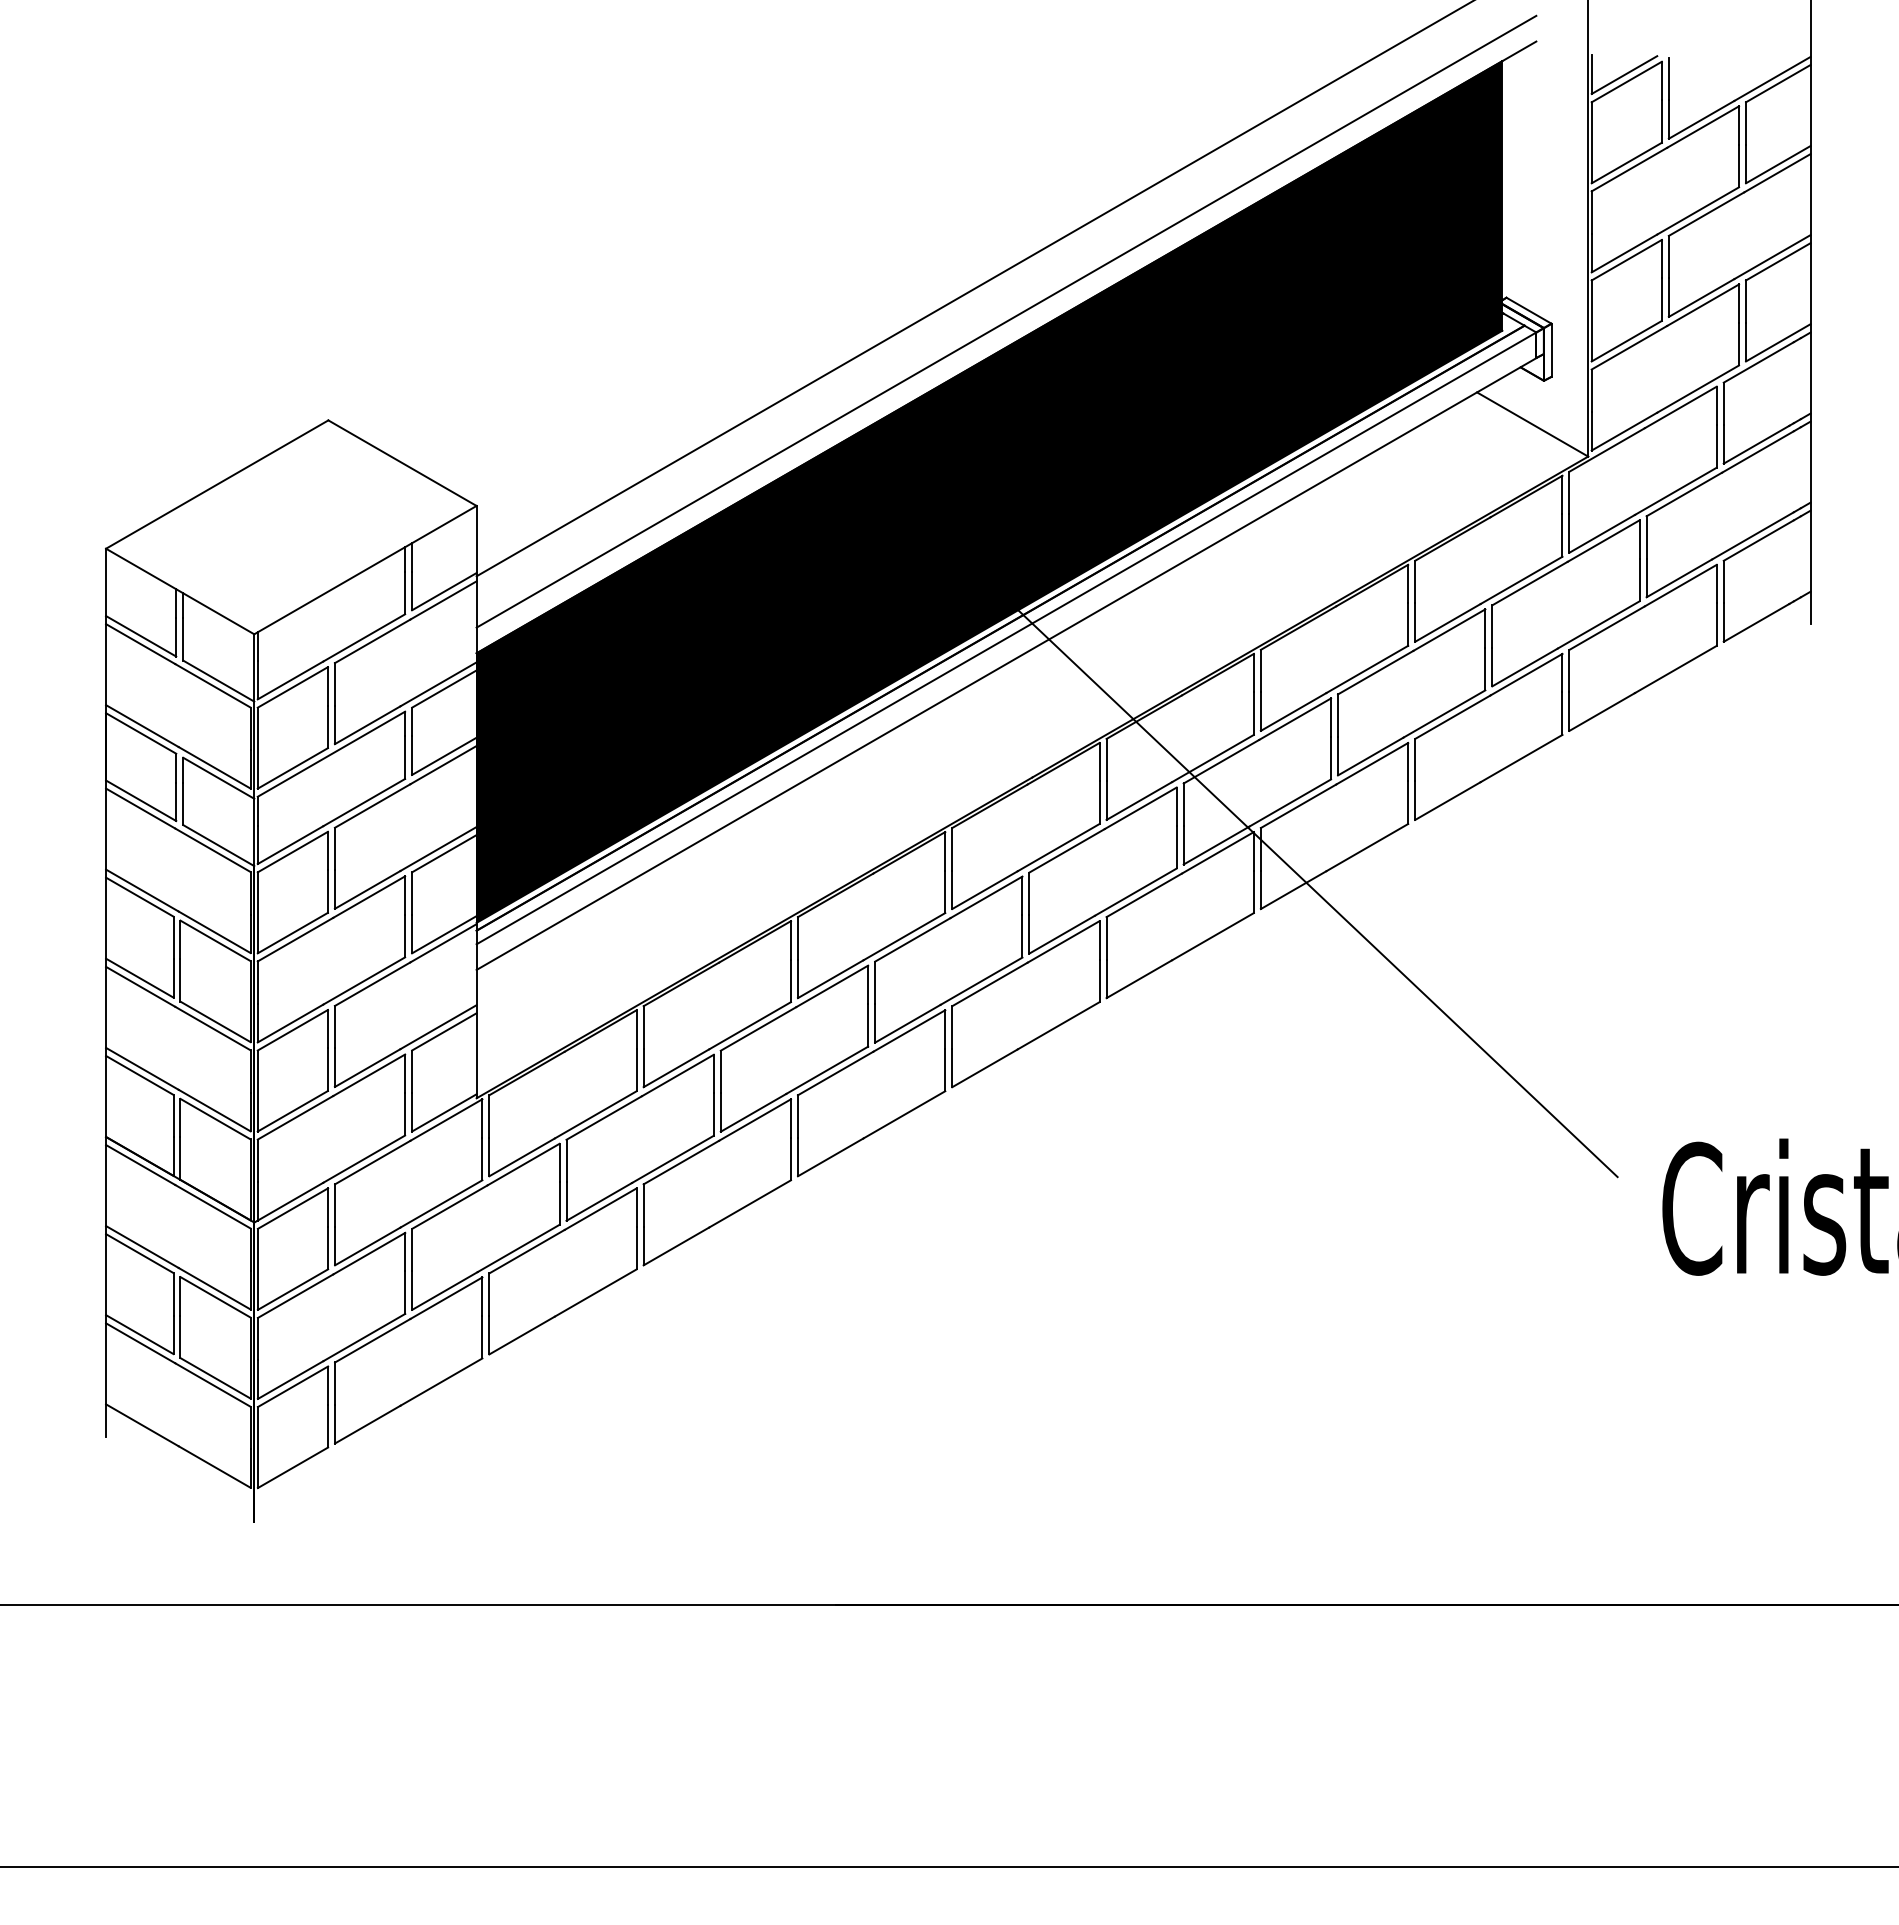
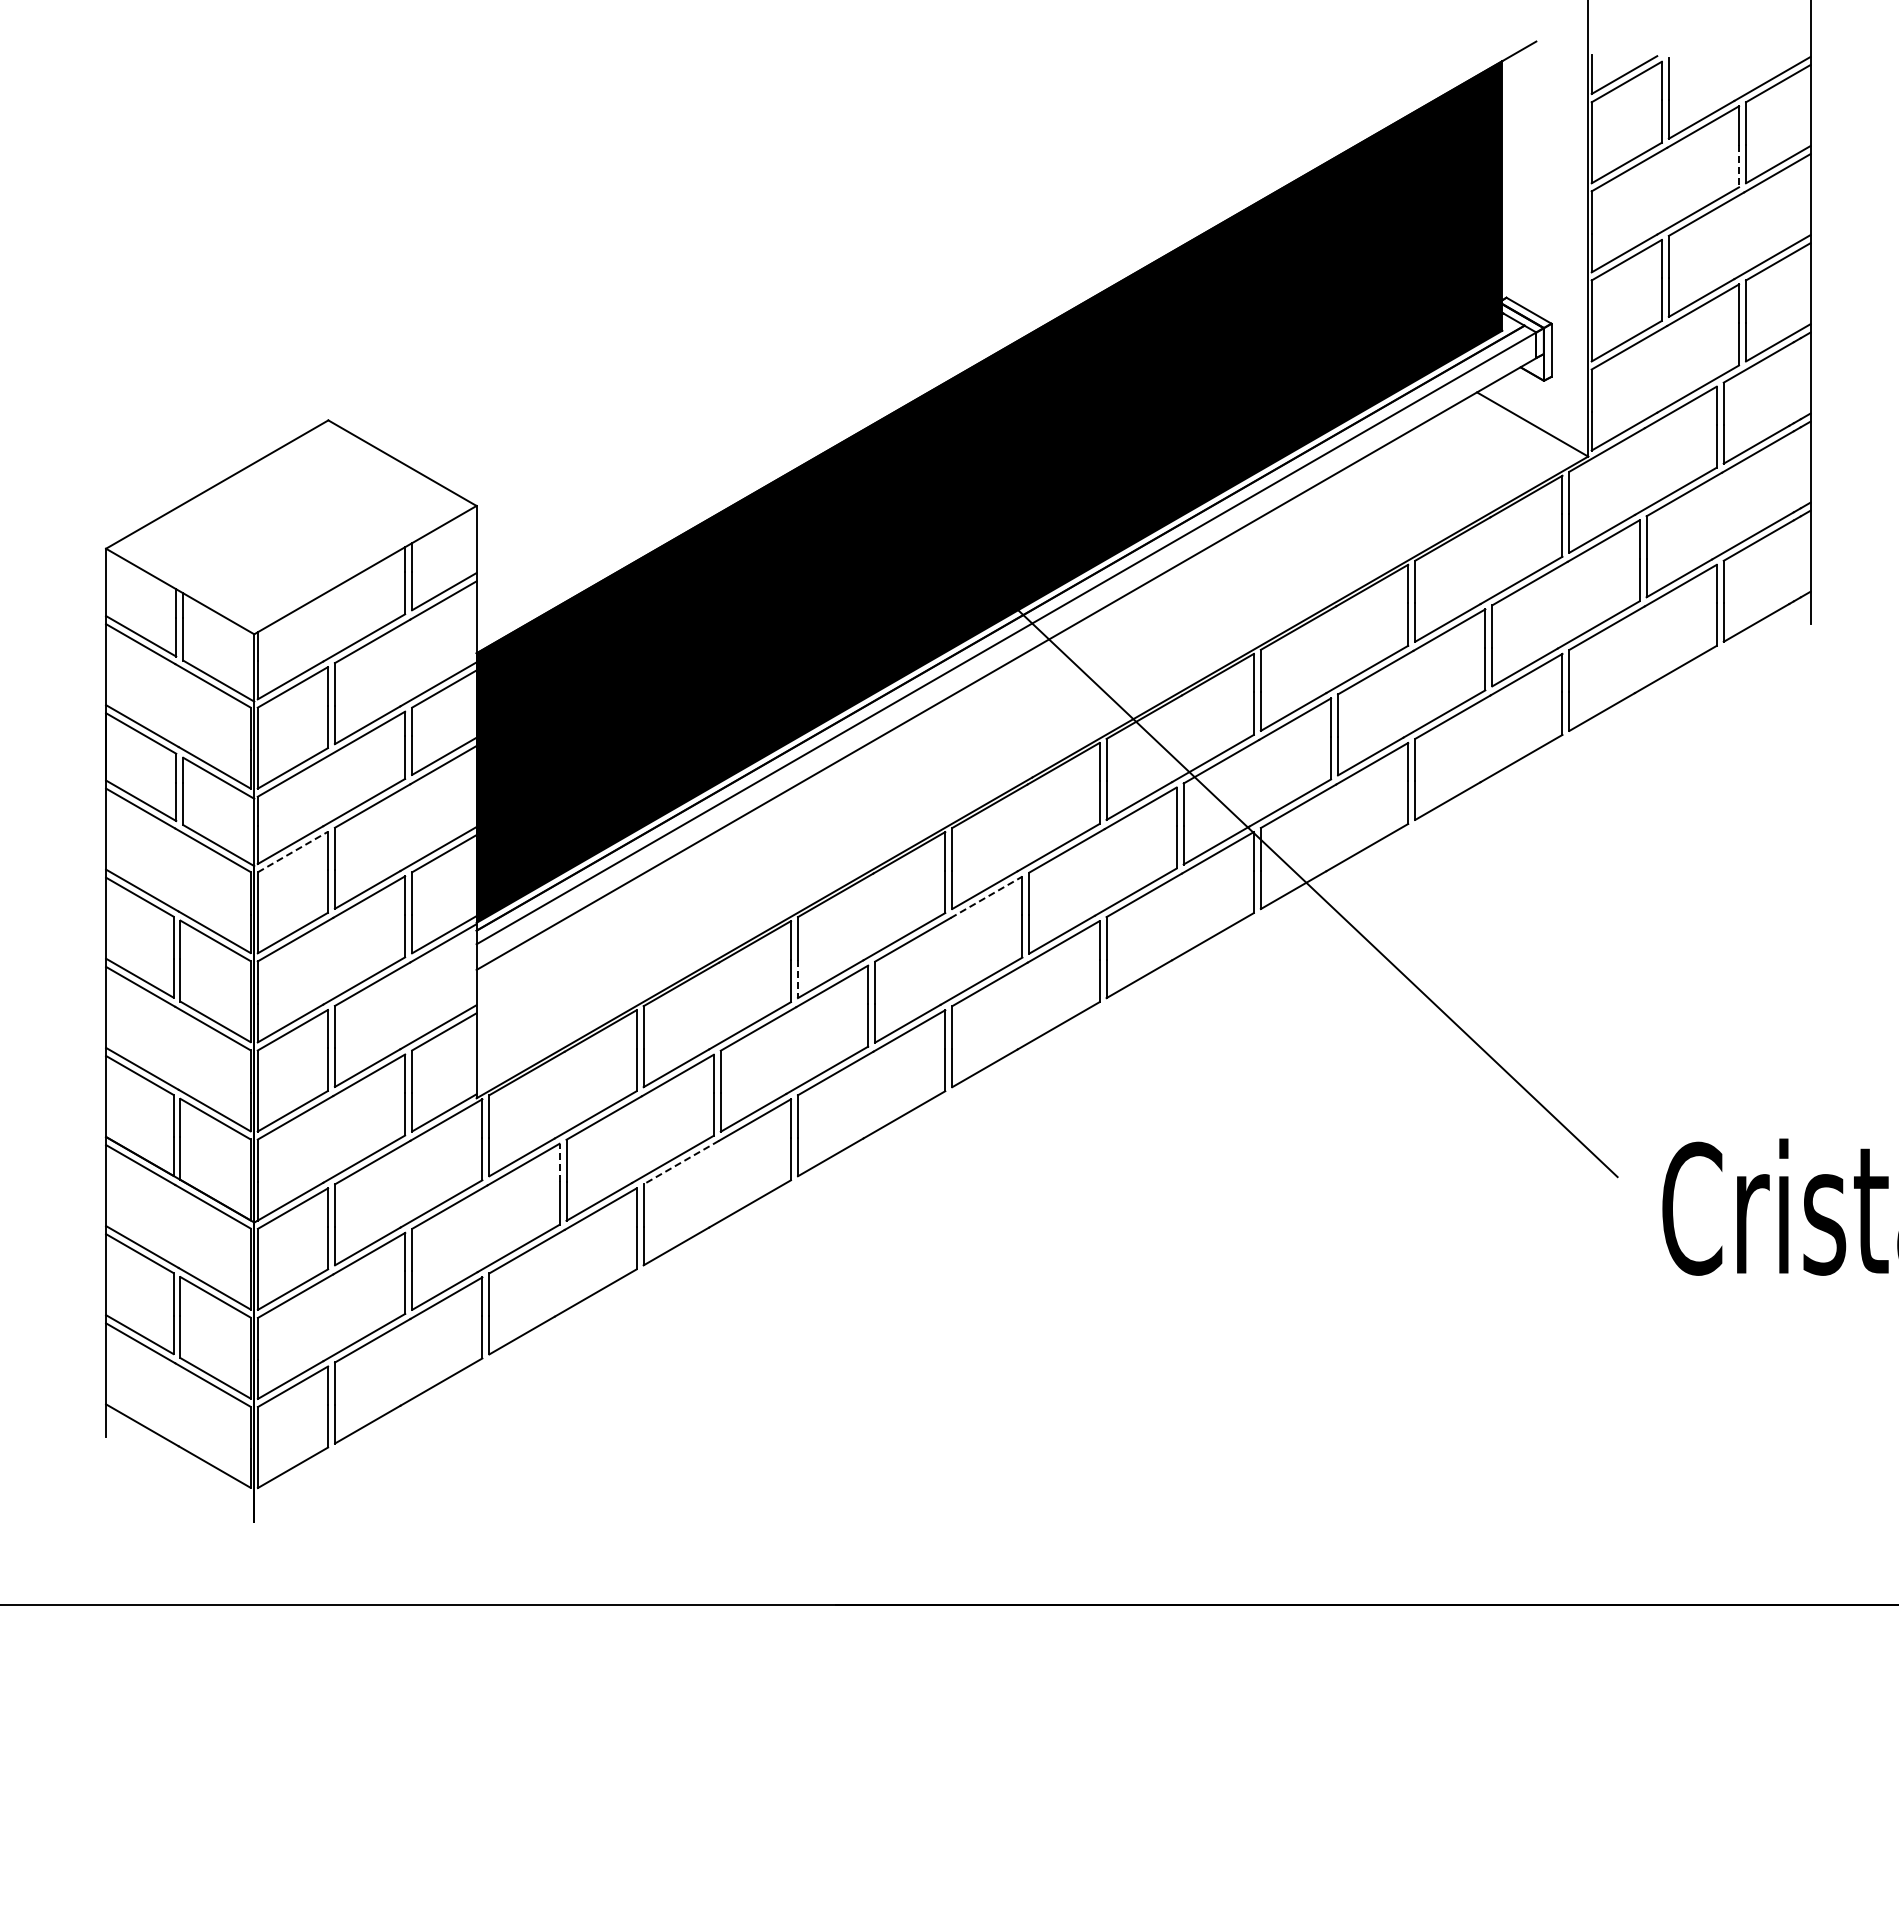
line at (1739, 166): solid -> dashed
line at (973, 289): present -> none
line at (1006, 321): present -> none
line at (292, 852): solid -> dashed
line at (986, 897): solid -> dashed
line at (797, 979): solid -> dashed
line at (559, 1162): solid -> dashed
line at (681, 1162): solid -> dashed
line at (948, 1867): present -> none
